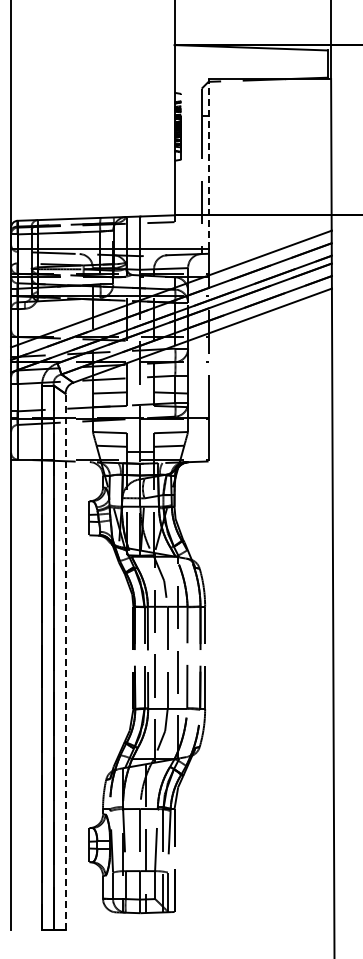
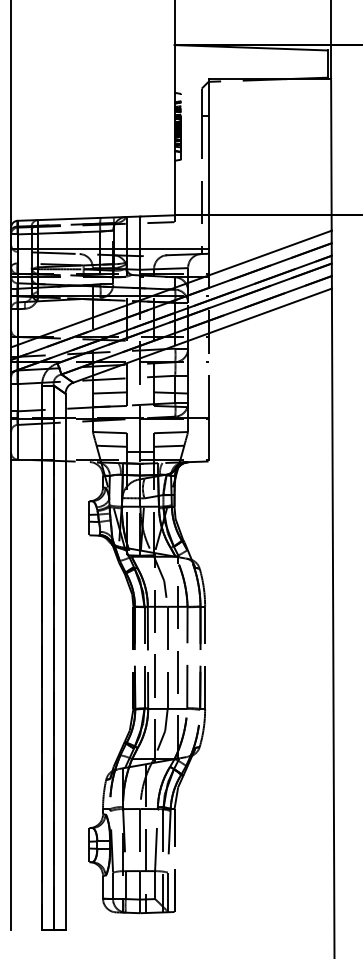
line at (208, 163): dashed -> solid
line at (65, 661): dashed -> solid
